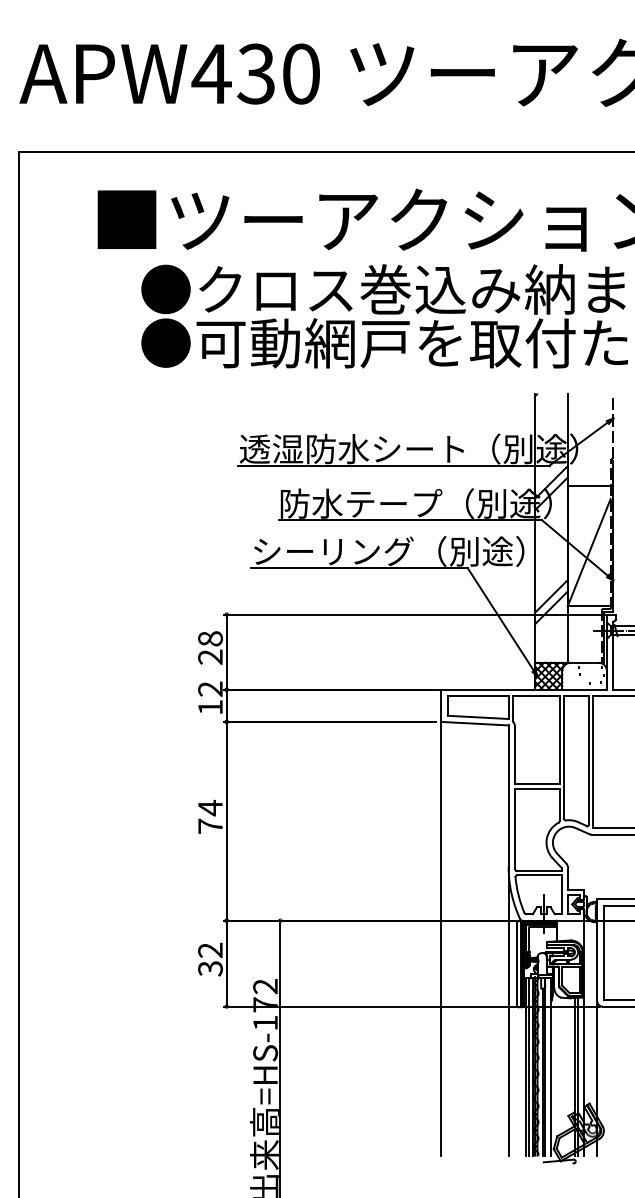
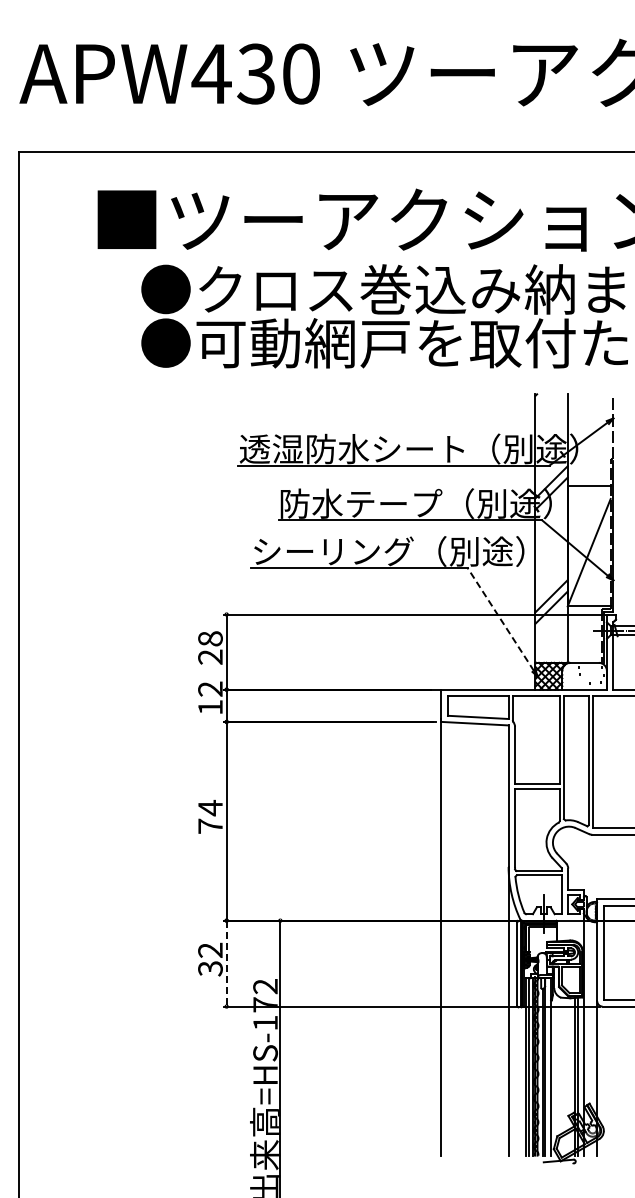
line at (500, 619): solid -> dashed
line at (226, 963): solid -> dashed
